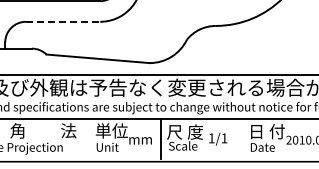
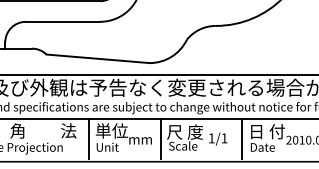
line at (63, 21): dashed -> solid
line at (88, 139): none -> present
line at (241, 139): none -> present
